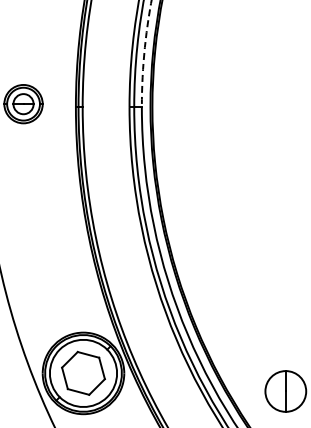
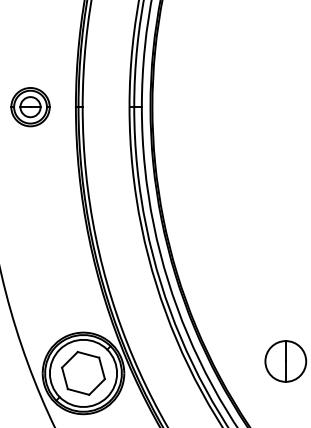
arc at (144, 54): dashed -> solid
part at (23, 104) position: (23, 104) -> (30, 107)
part at (285, 391) position: (285, 391) -> (285, 361)
